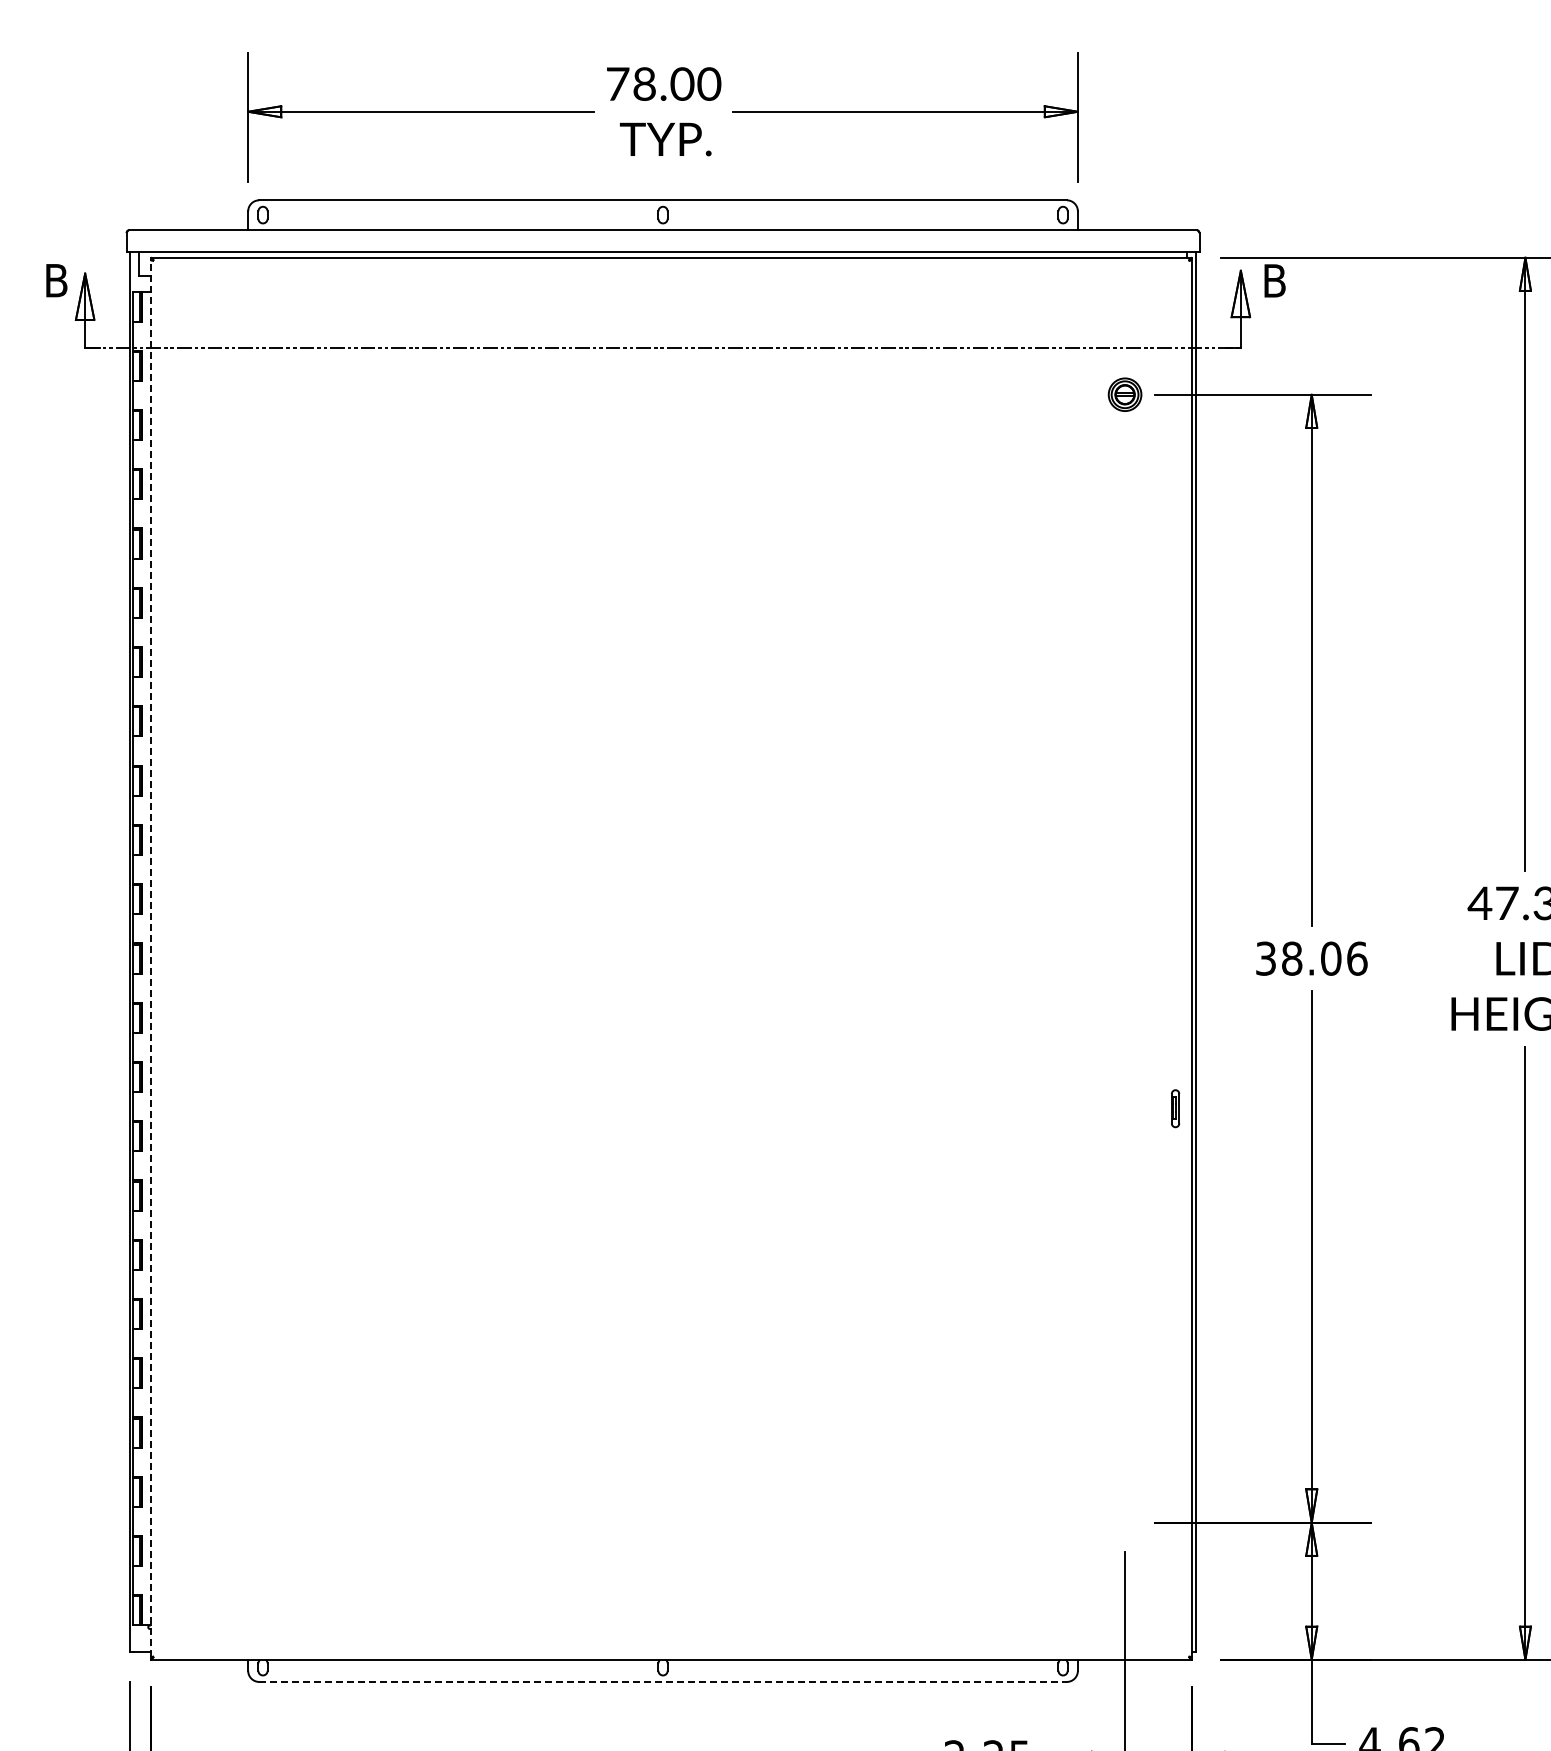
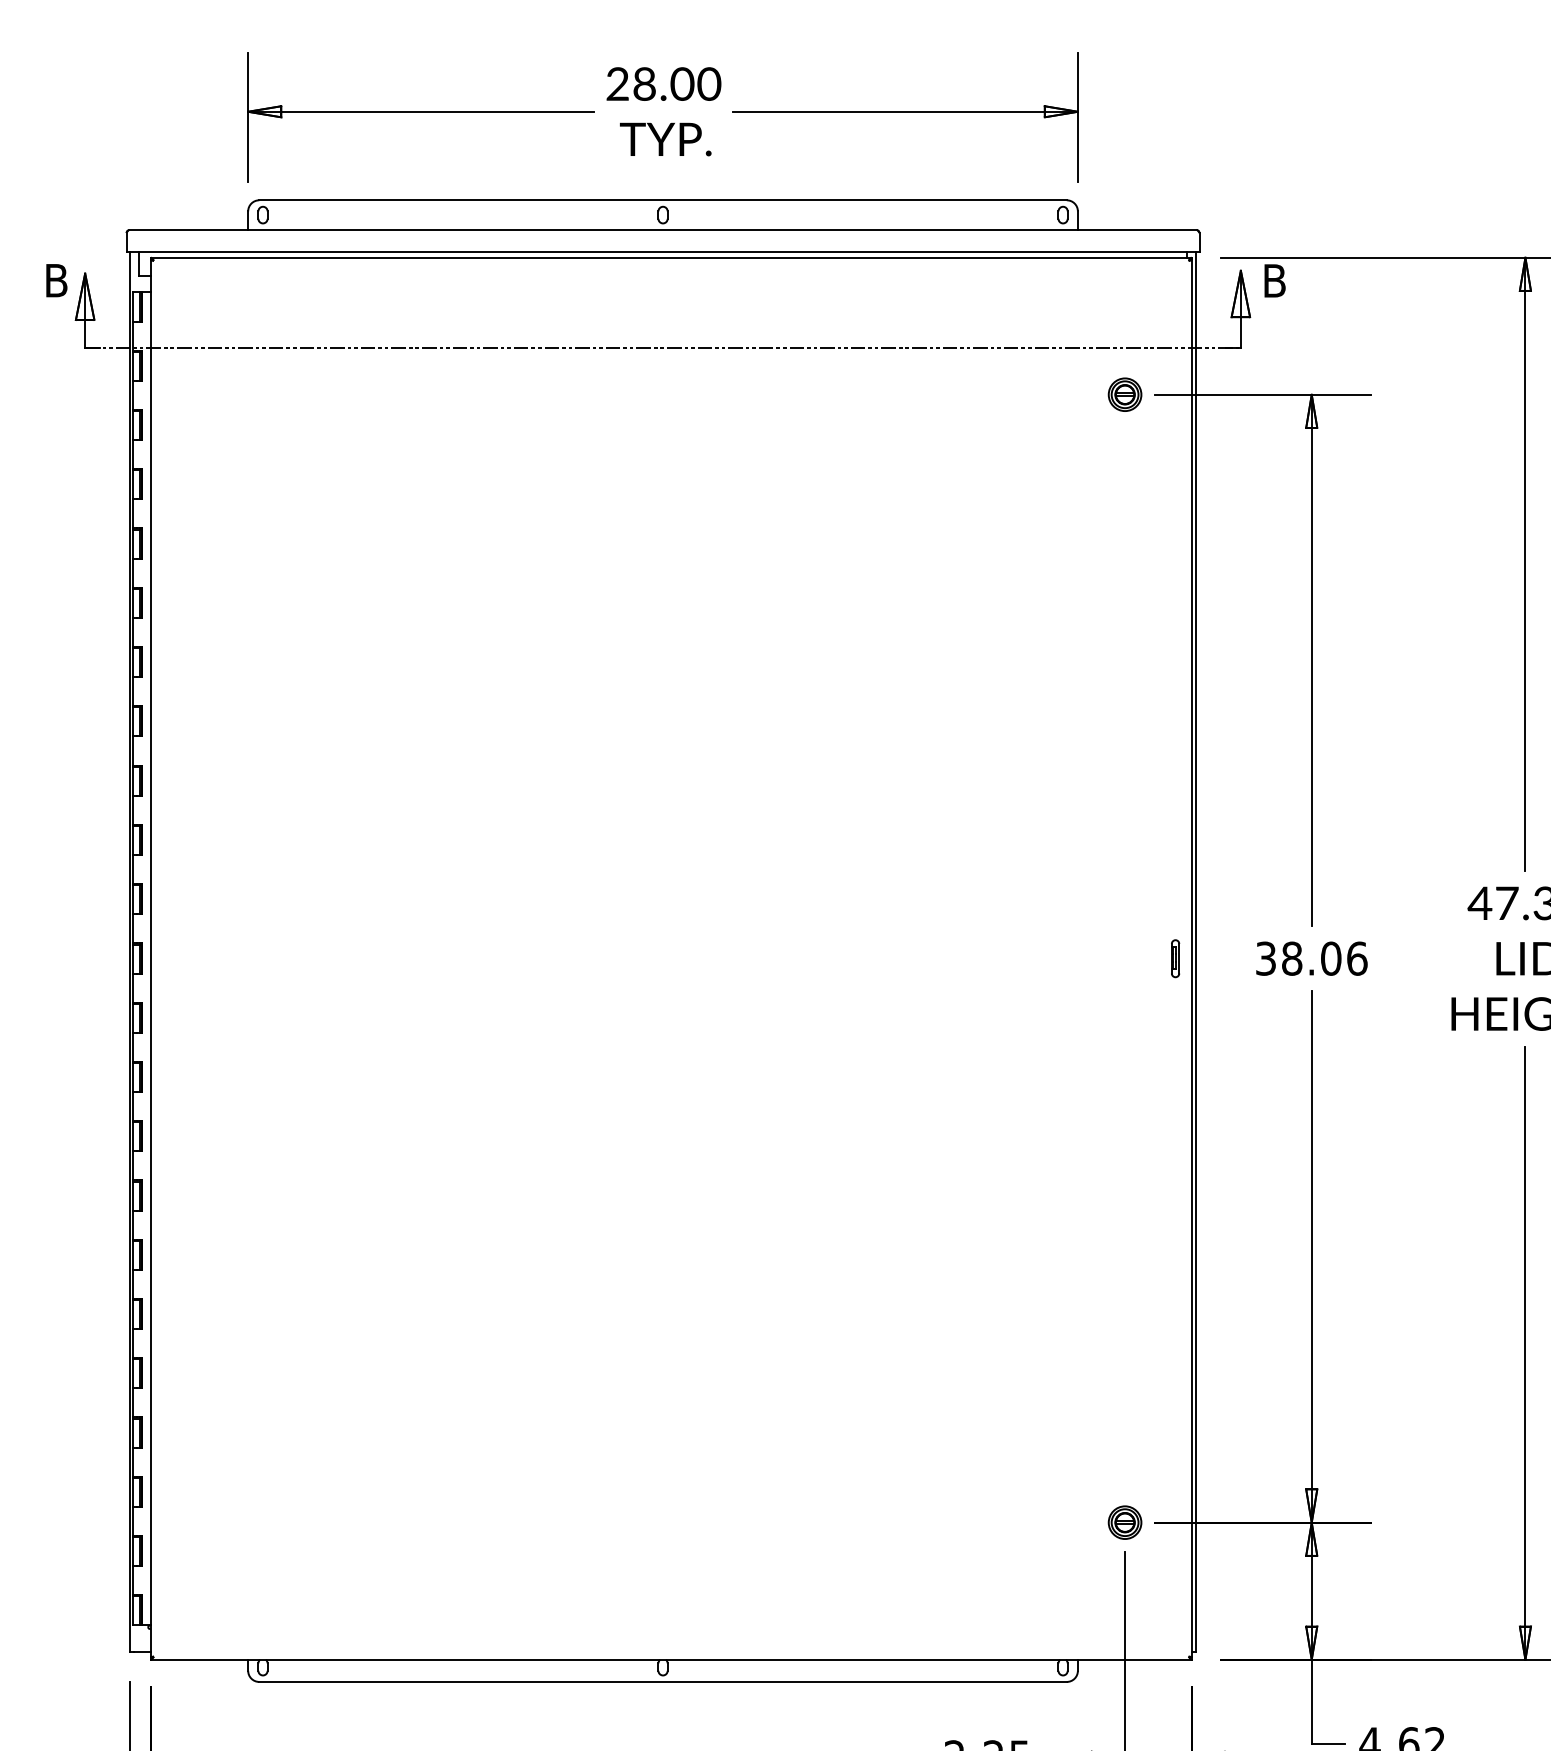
text at (617, 83): 78.00 -> 28.00
line at (150, 958): dashed -> solid
part at (1175, 1108) position: (1175, 1108) -> (1175, 958)
part at (1124, 1522): none -> present
line at (663, 1681): dashed -> solid
